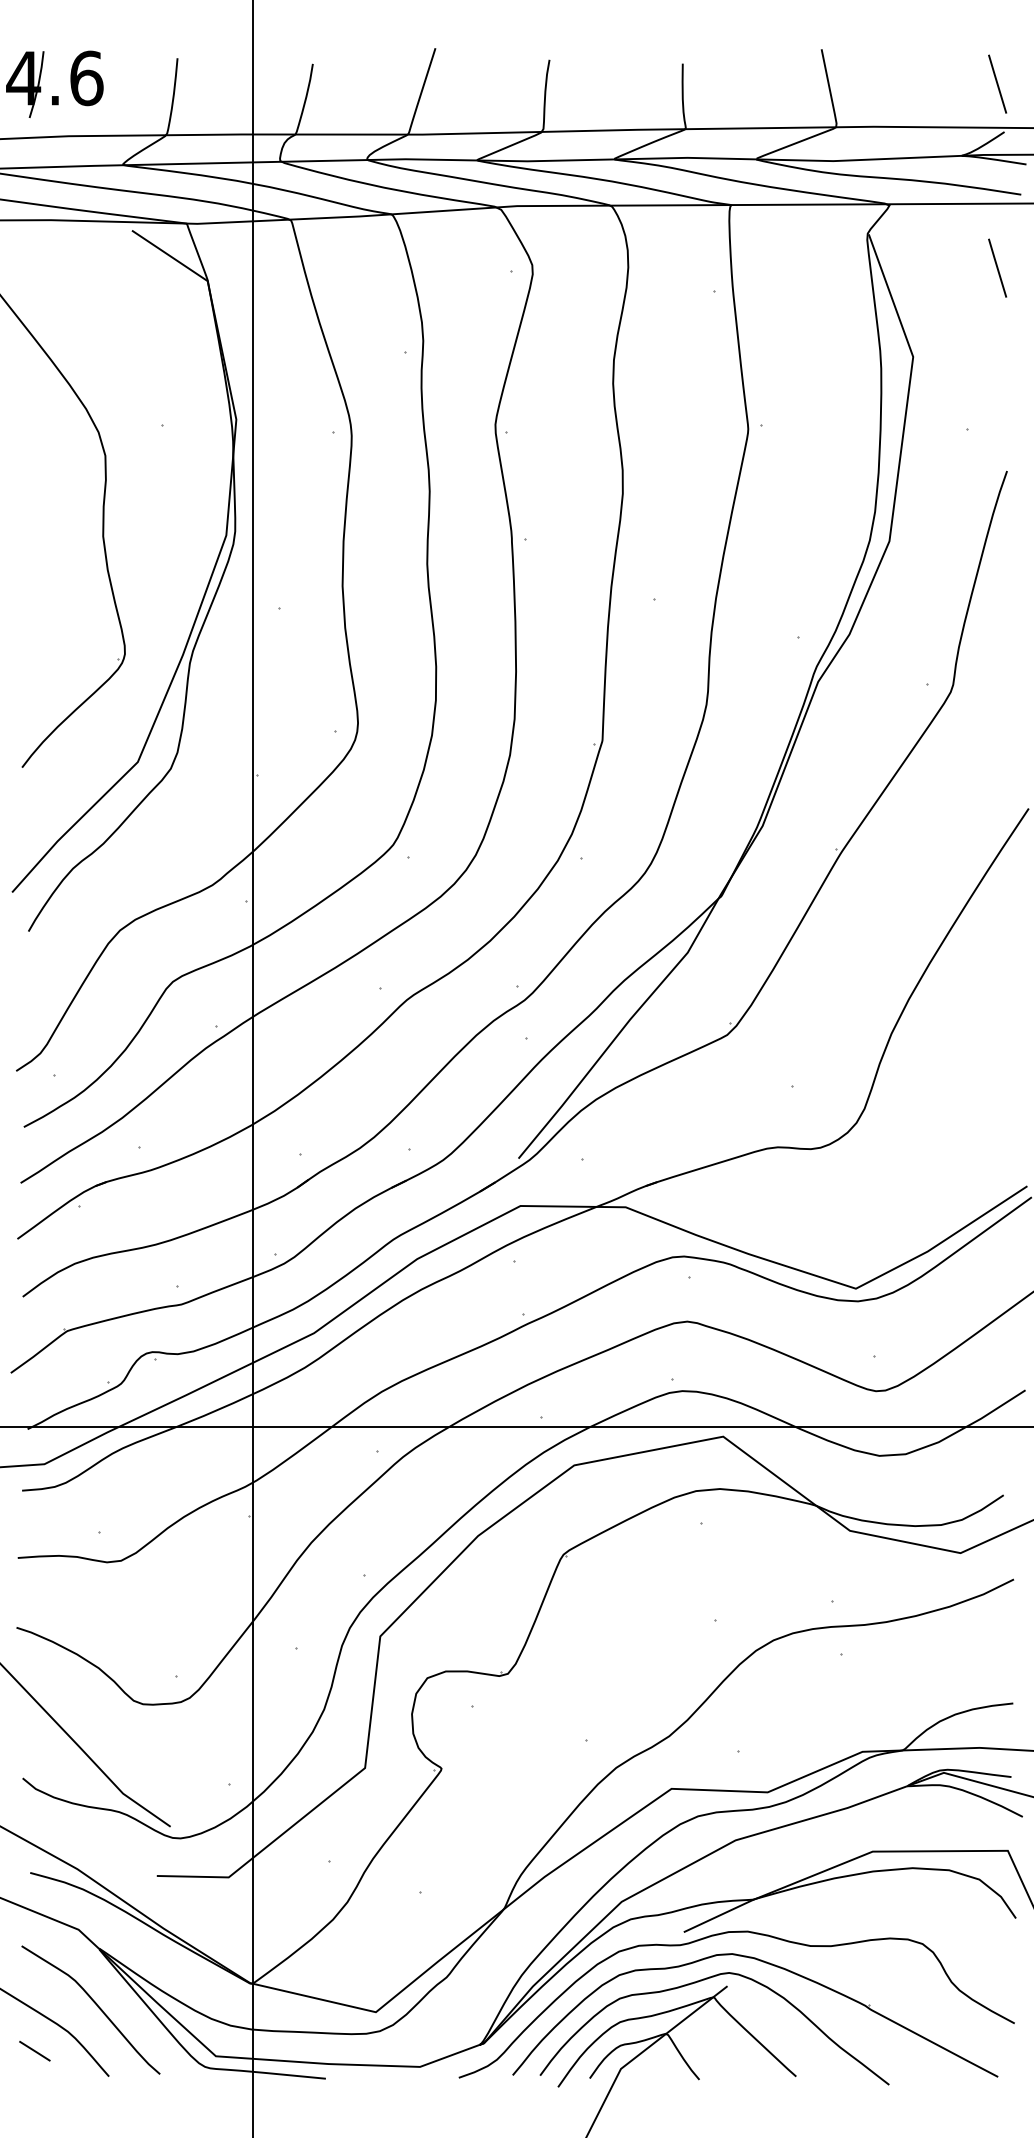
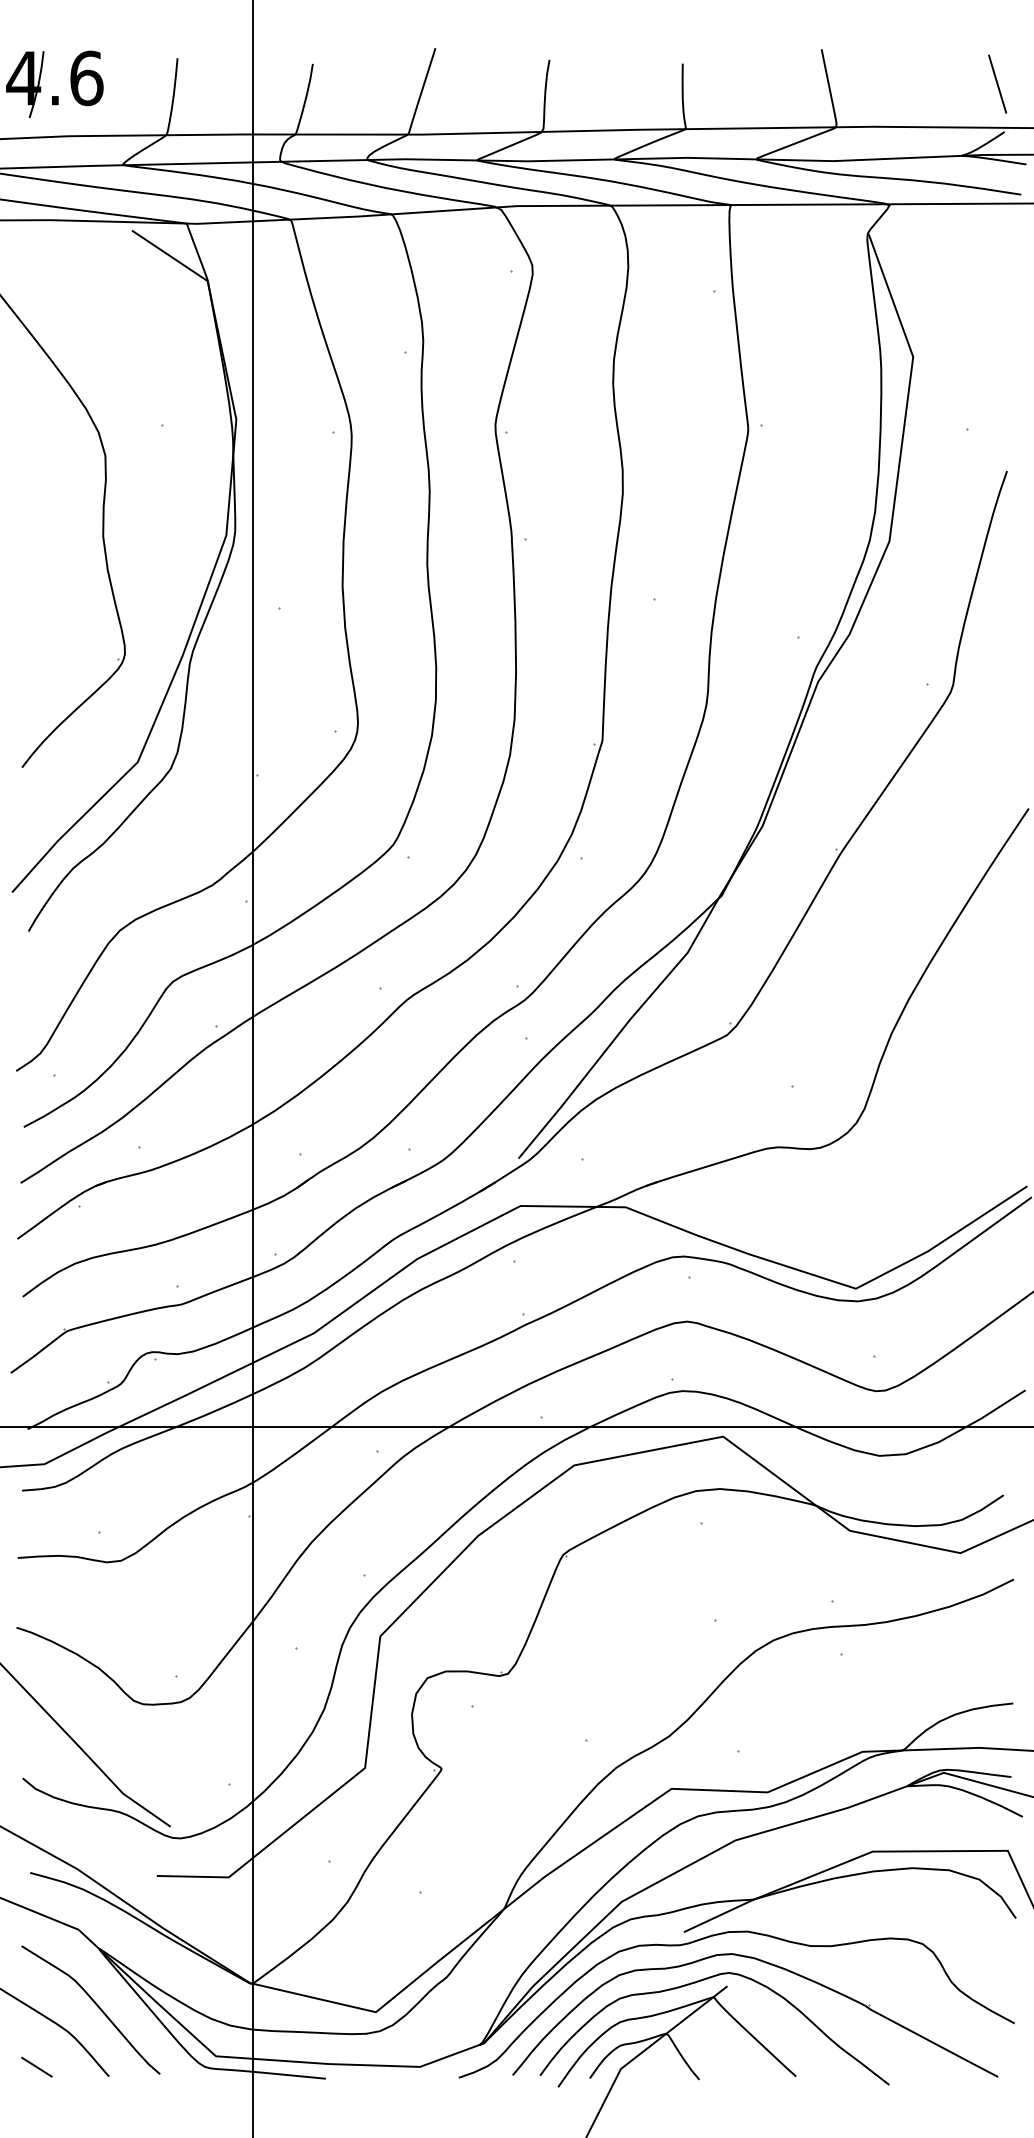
line at (997, 267): present -> none
line at (34, 2051) position: (34, 2051) -> (36, 2067)
